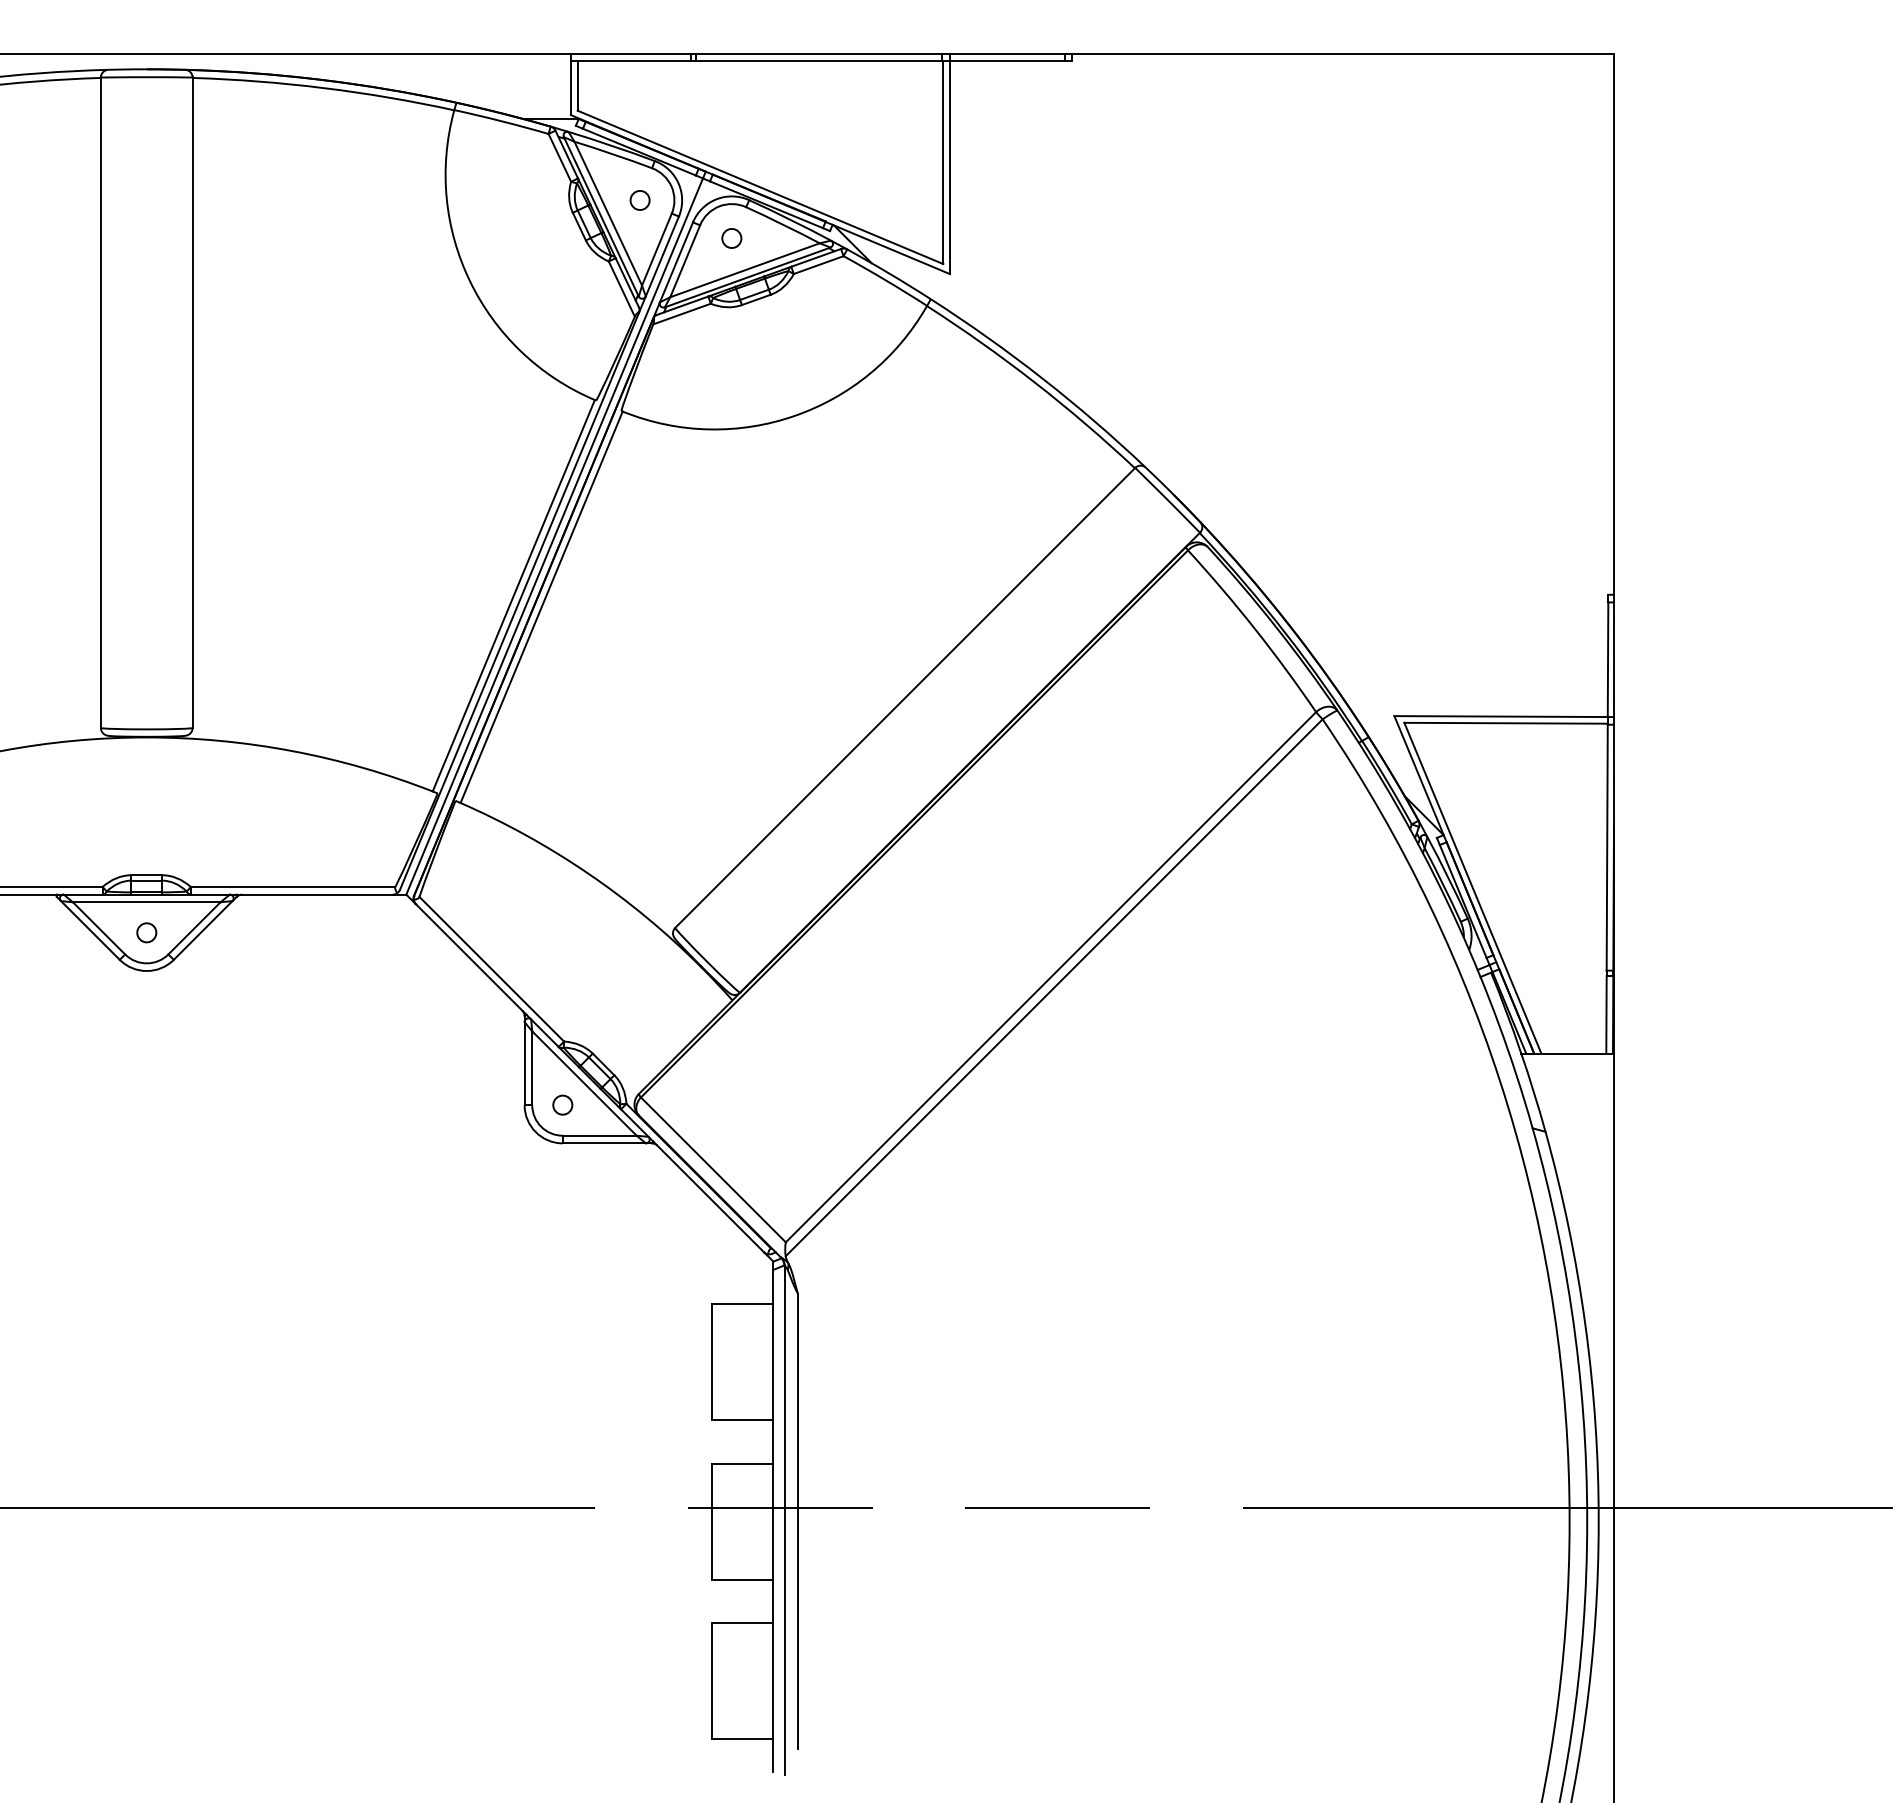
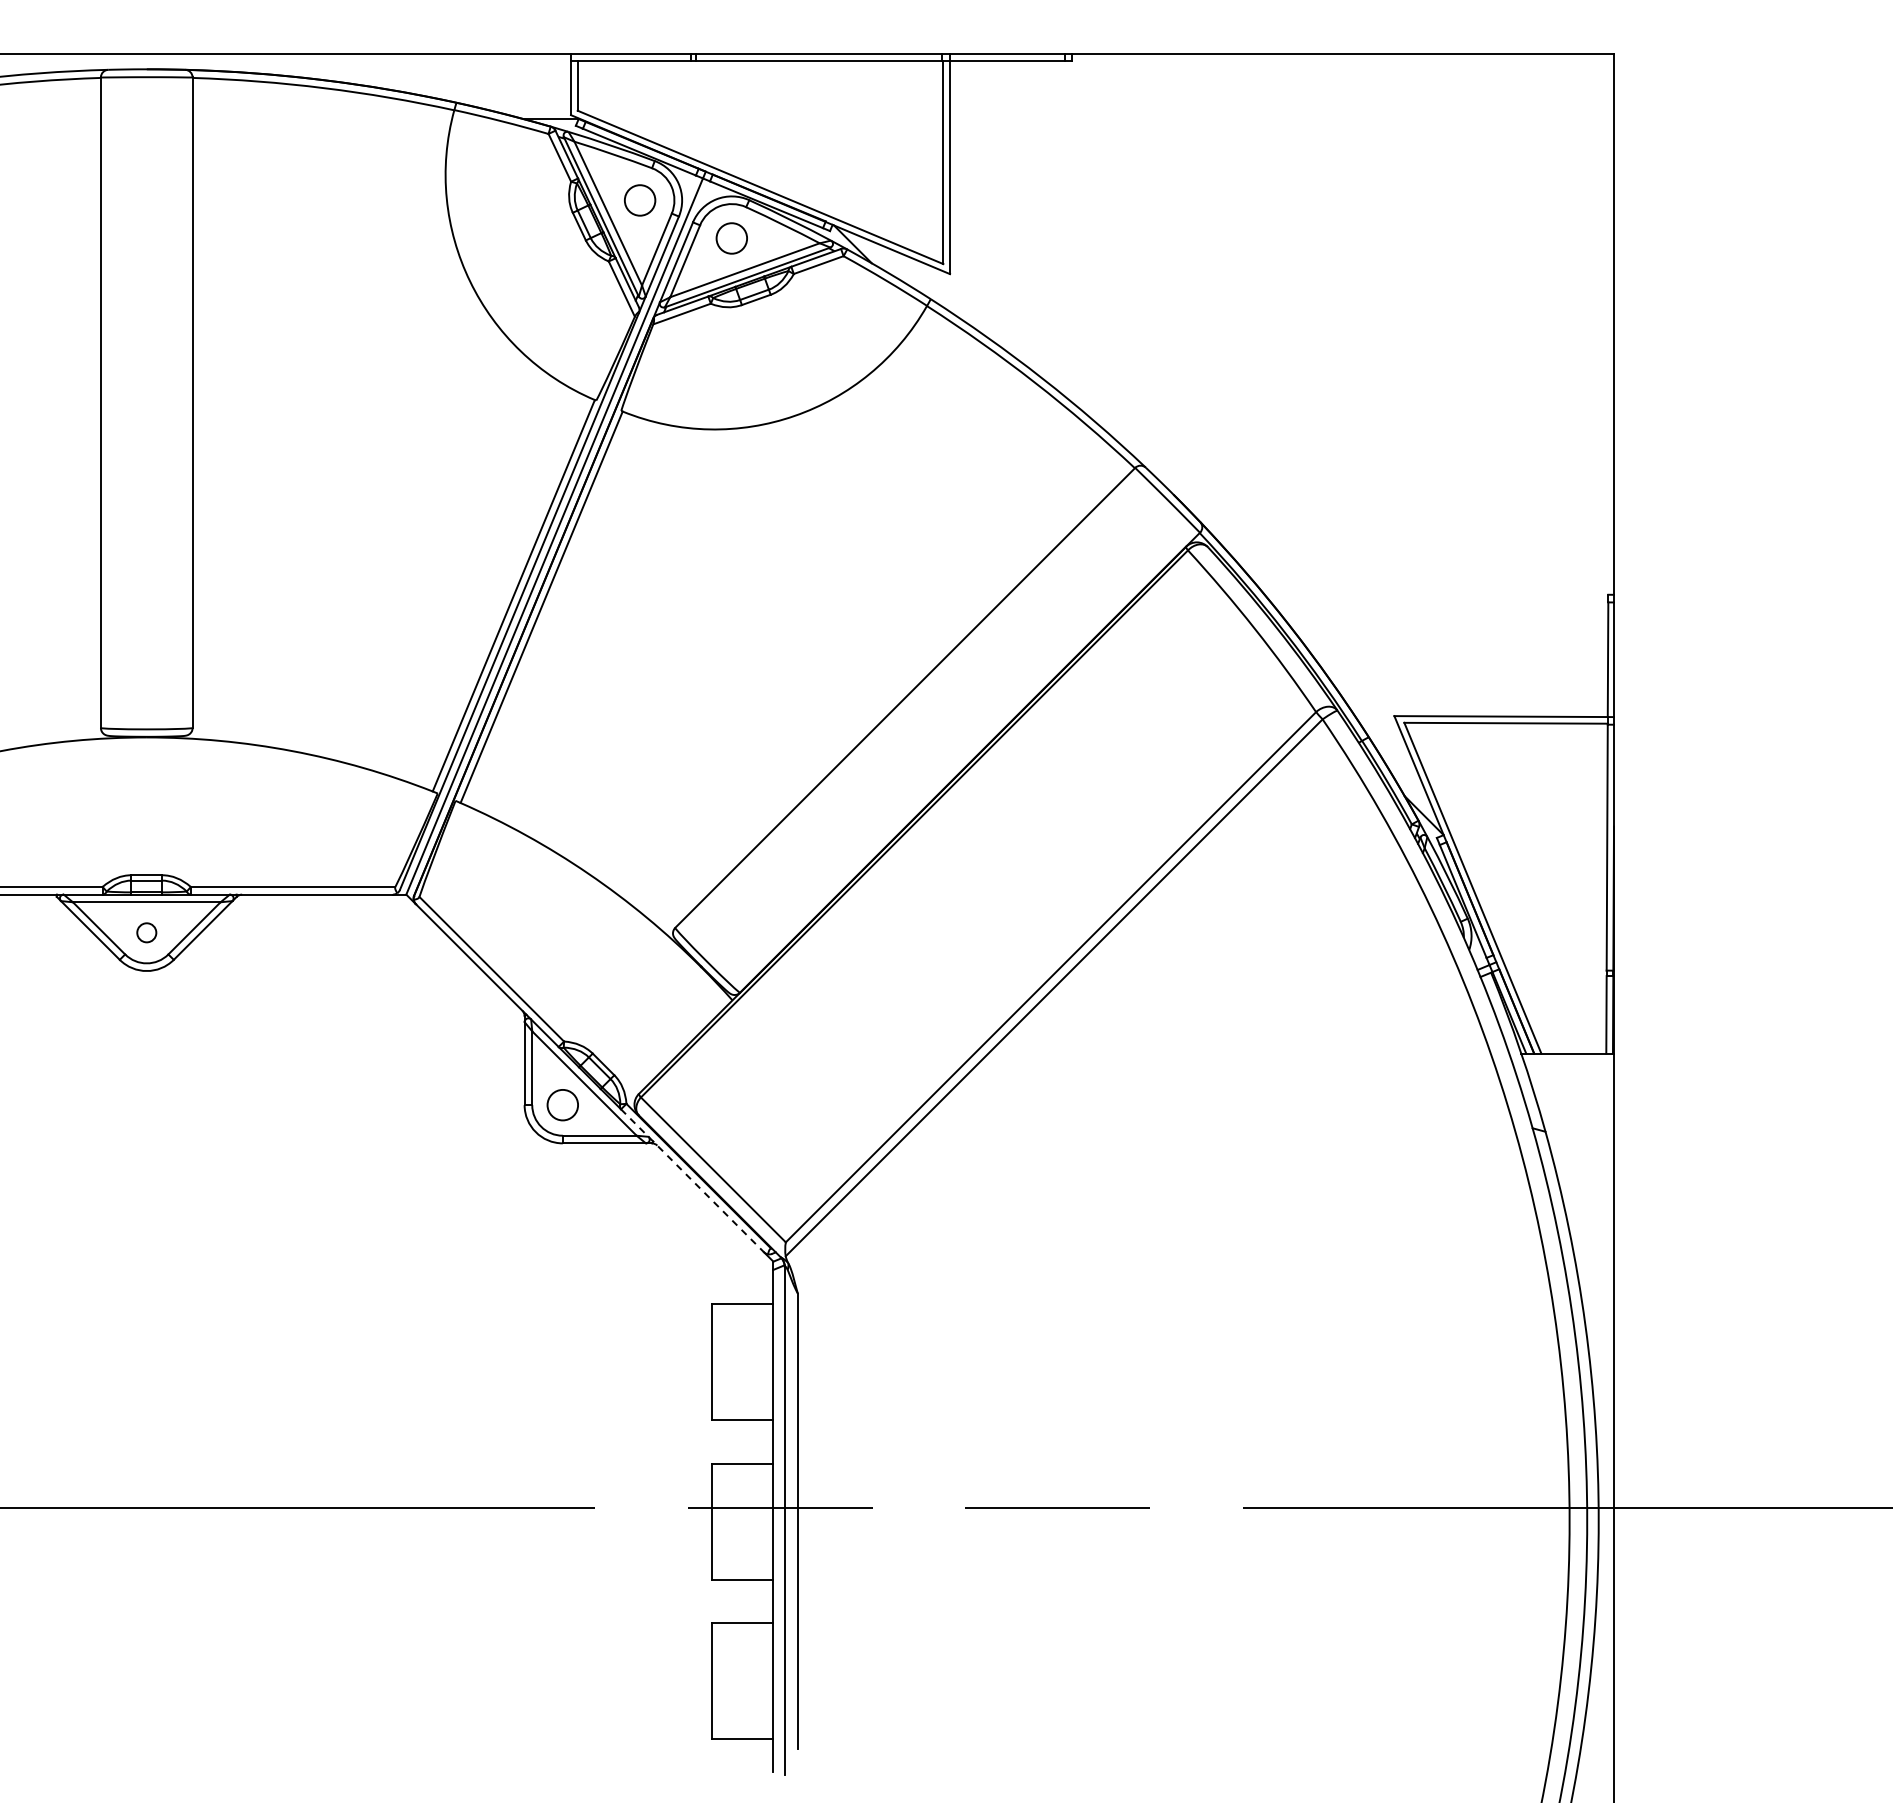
circle at (639, 200) diameter: 19 px -> 31 px
circle at (731, 238) diameter: 19 px -> 31 px
circle at (562, 1104) diameter: 19 px -> 31 px
line at (692, 1181): solid -> dashed
